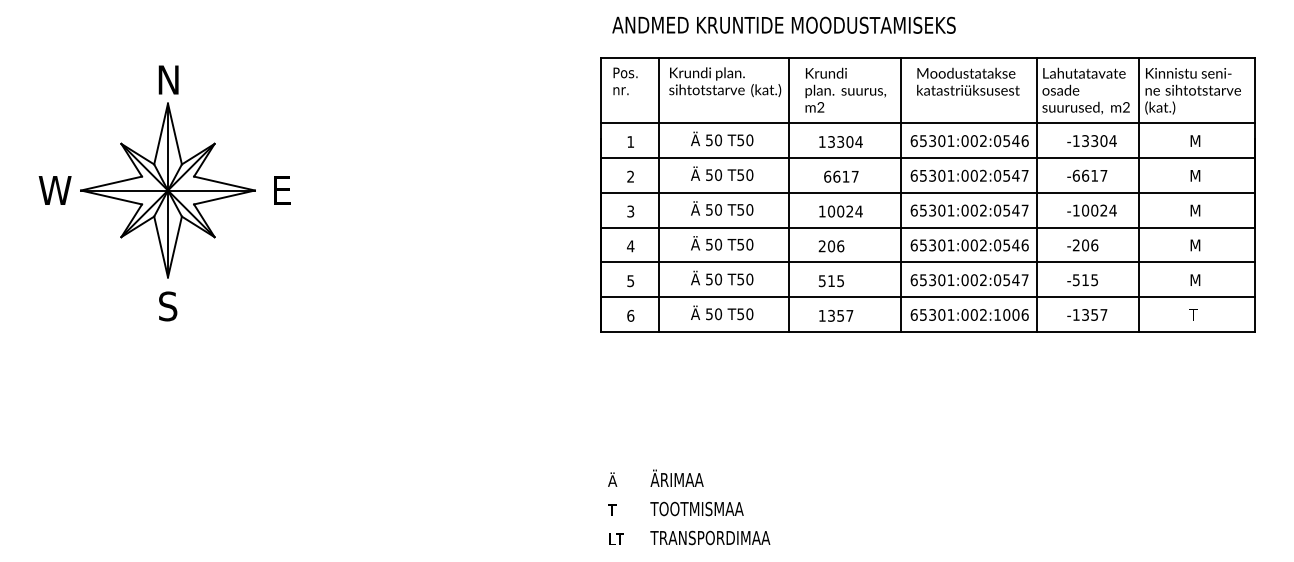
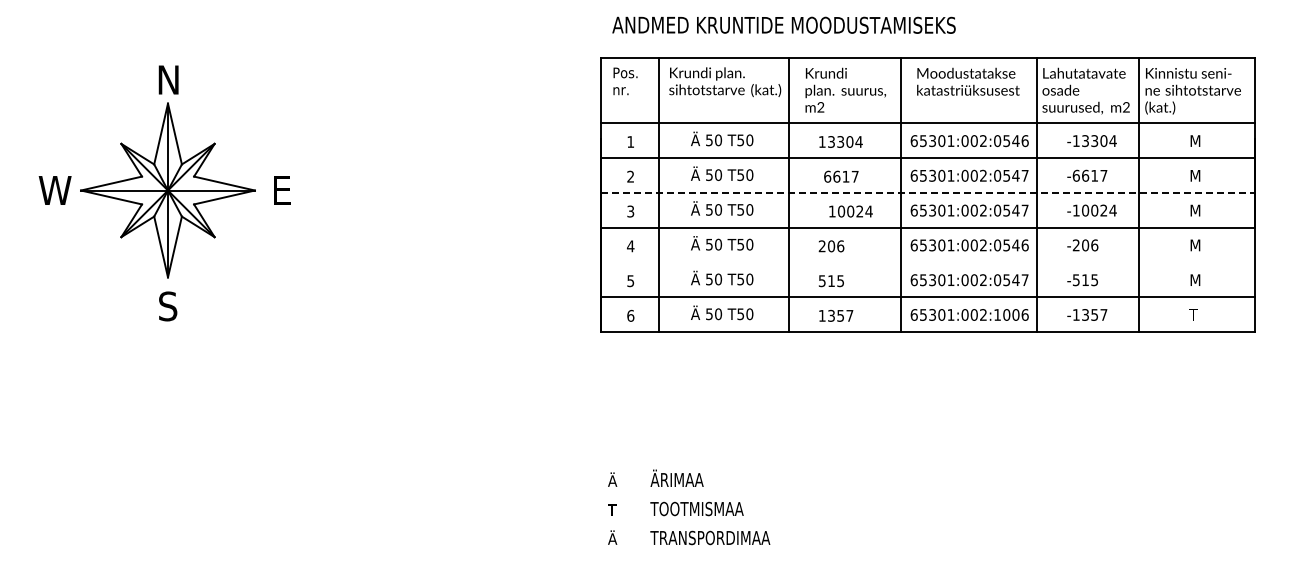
line at (928, 192): solid -> dashed
text at (840, 211) position: (840, 211) -> (850, 211)
line at (928, 262): present -> none
text at (615, 537): LT -> Ä
